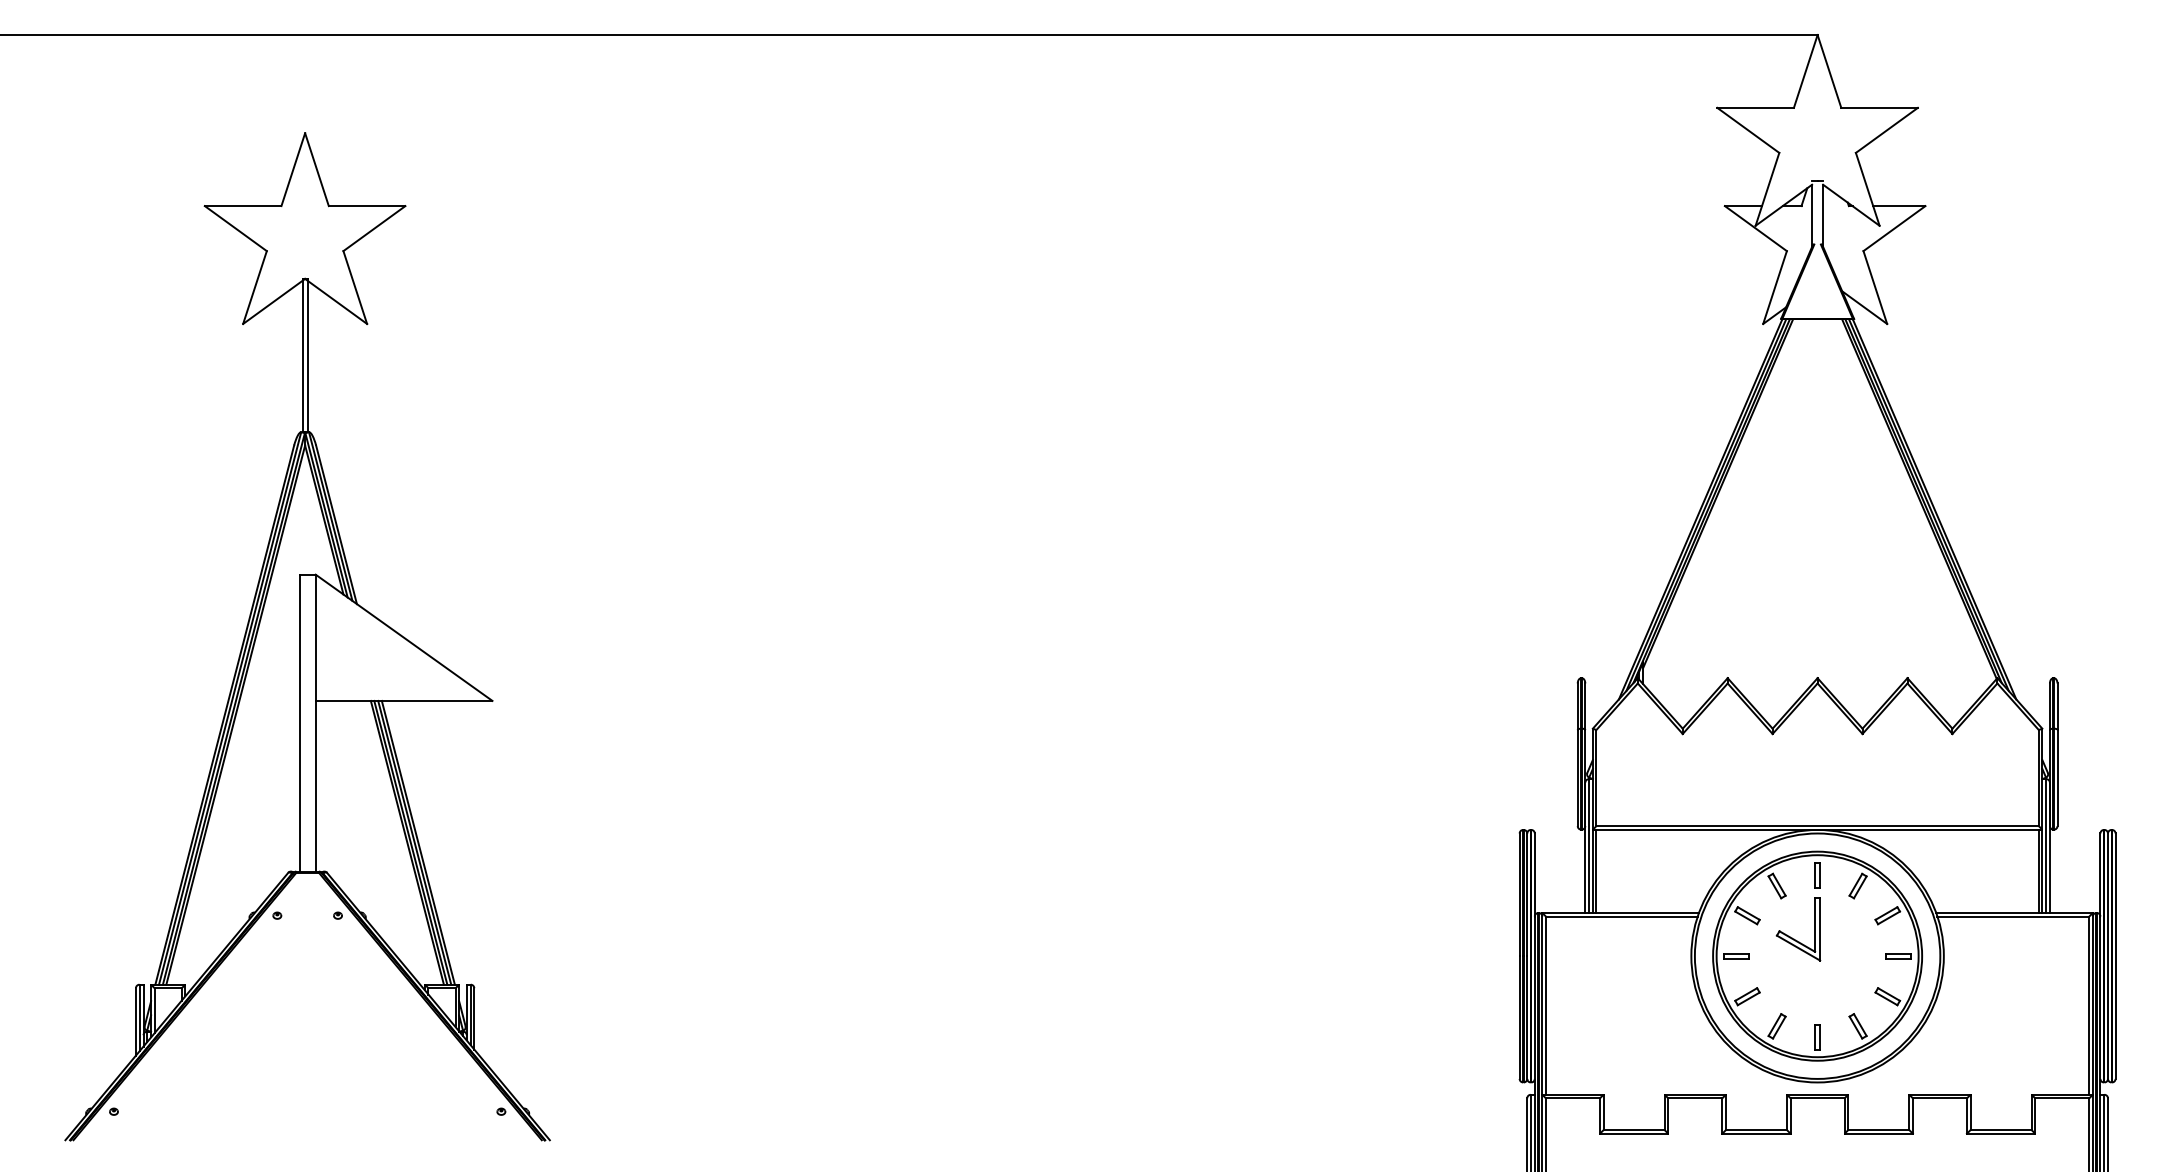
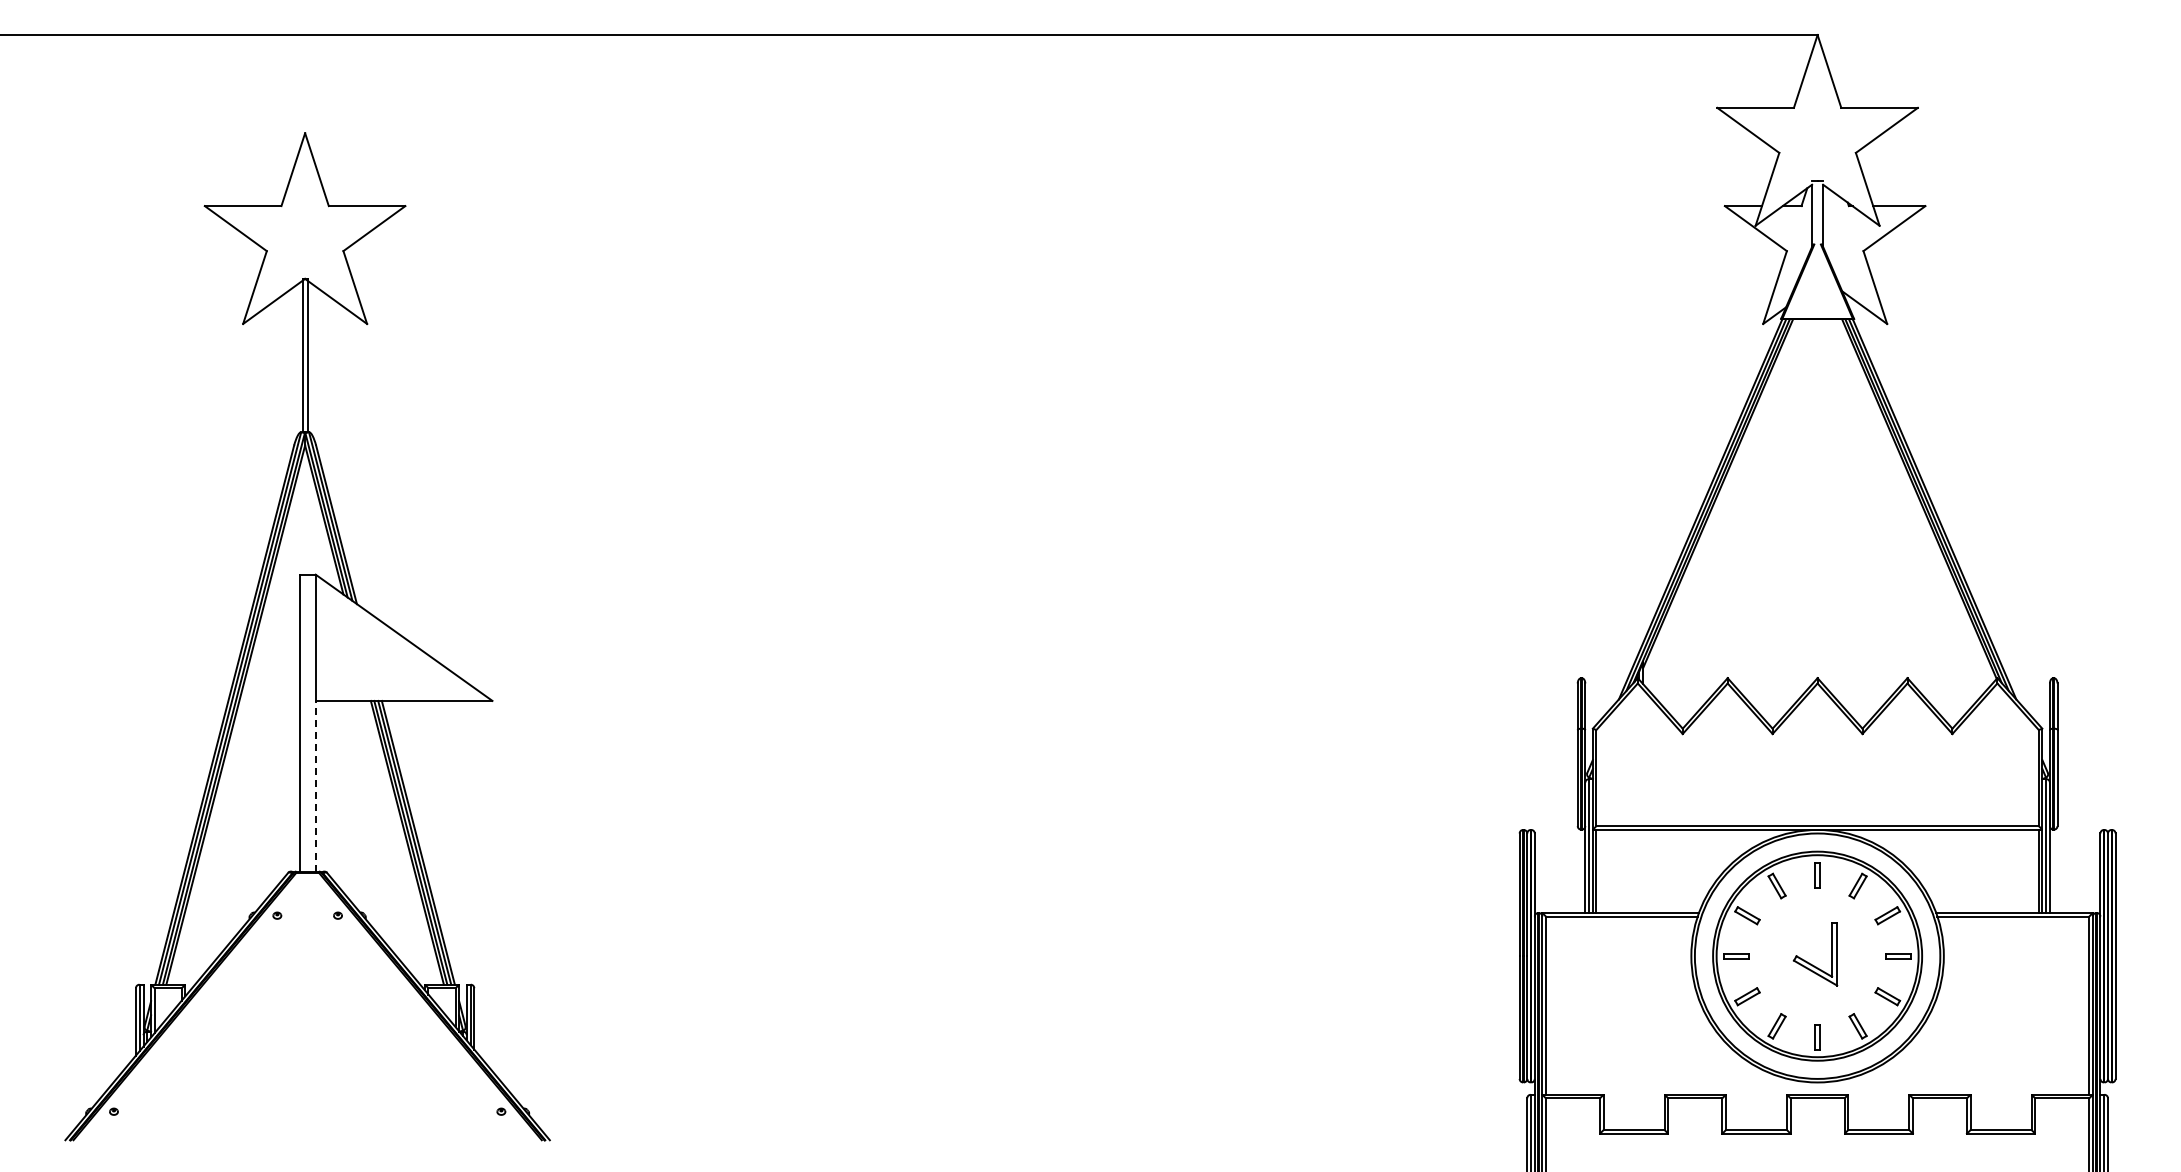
line at (315, 785): solid -> dashed
part at (1794, 938) position: (1794, 938) -> (1811, 963)
